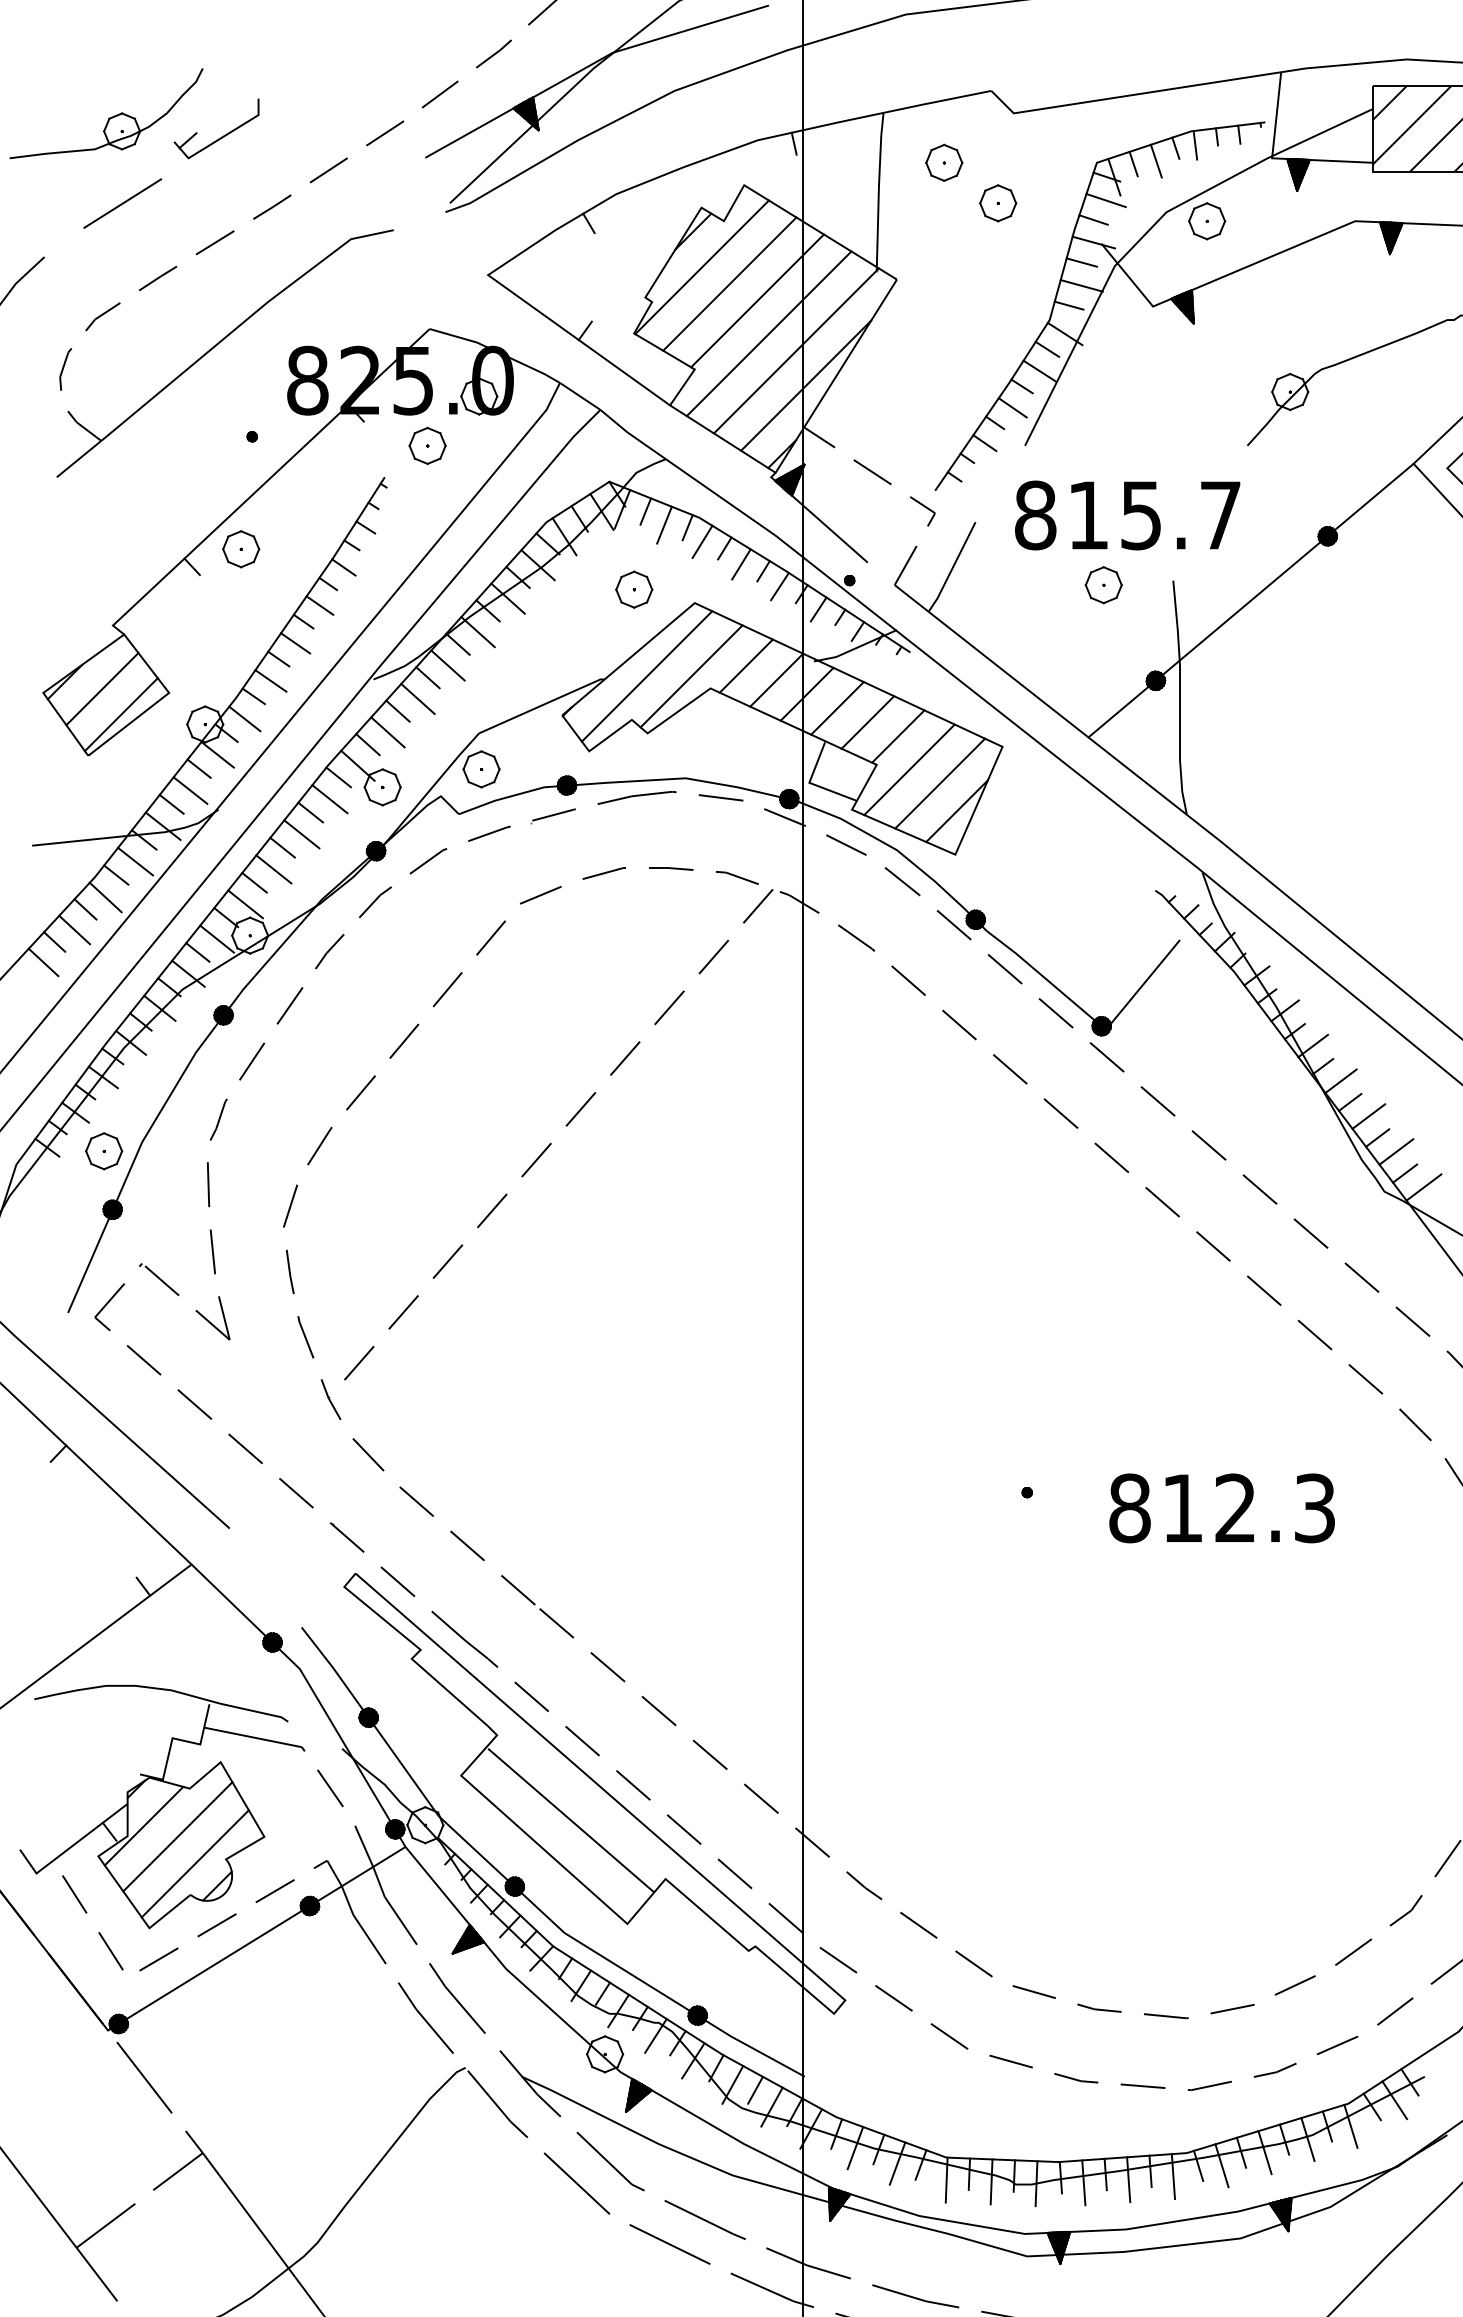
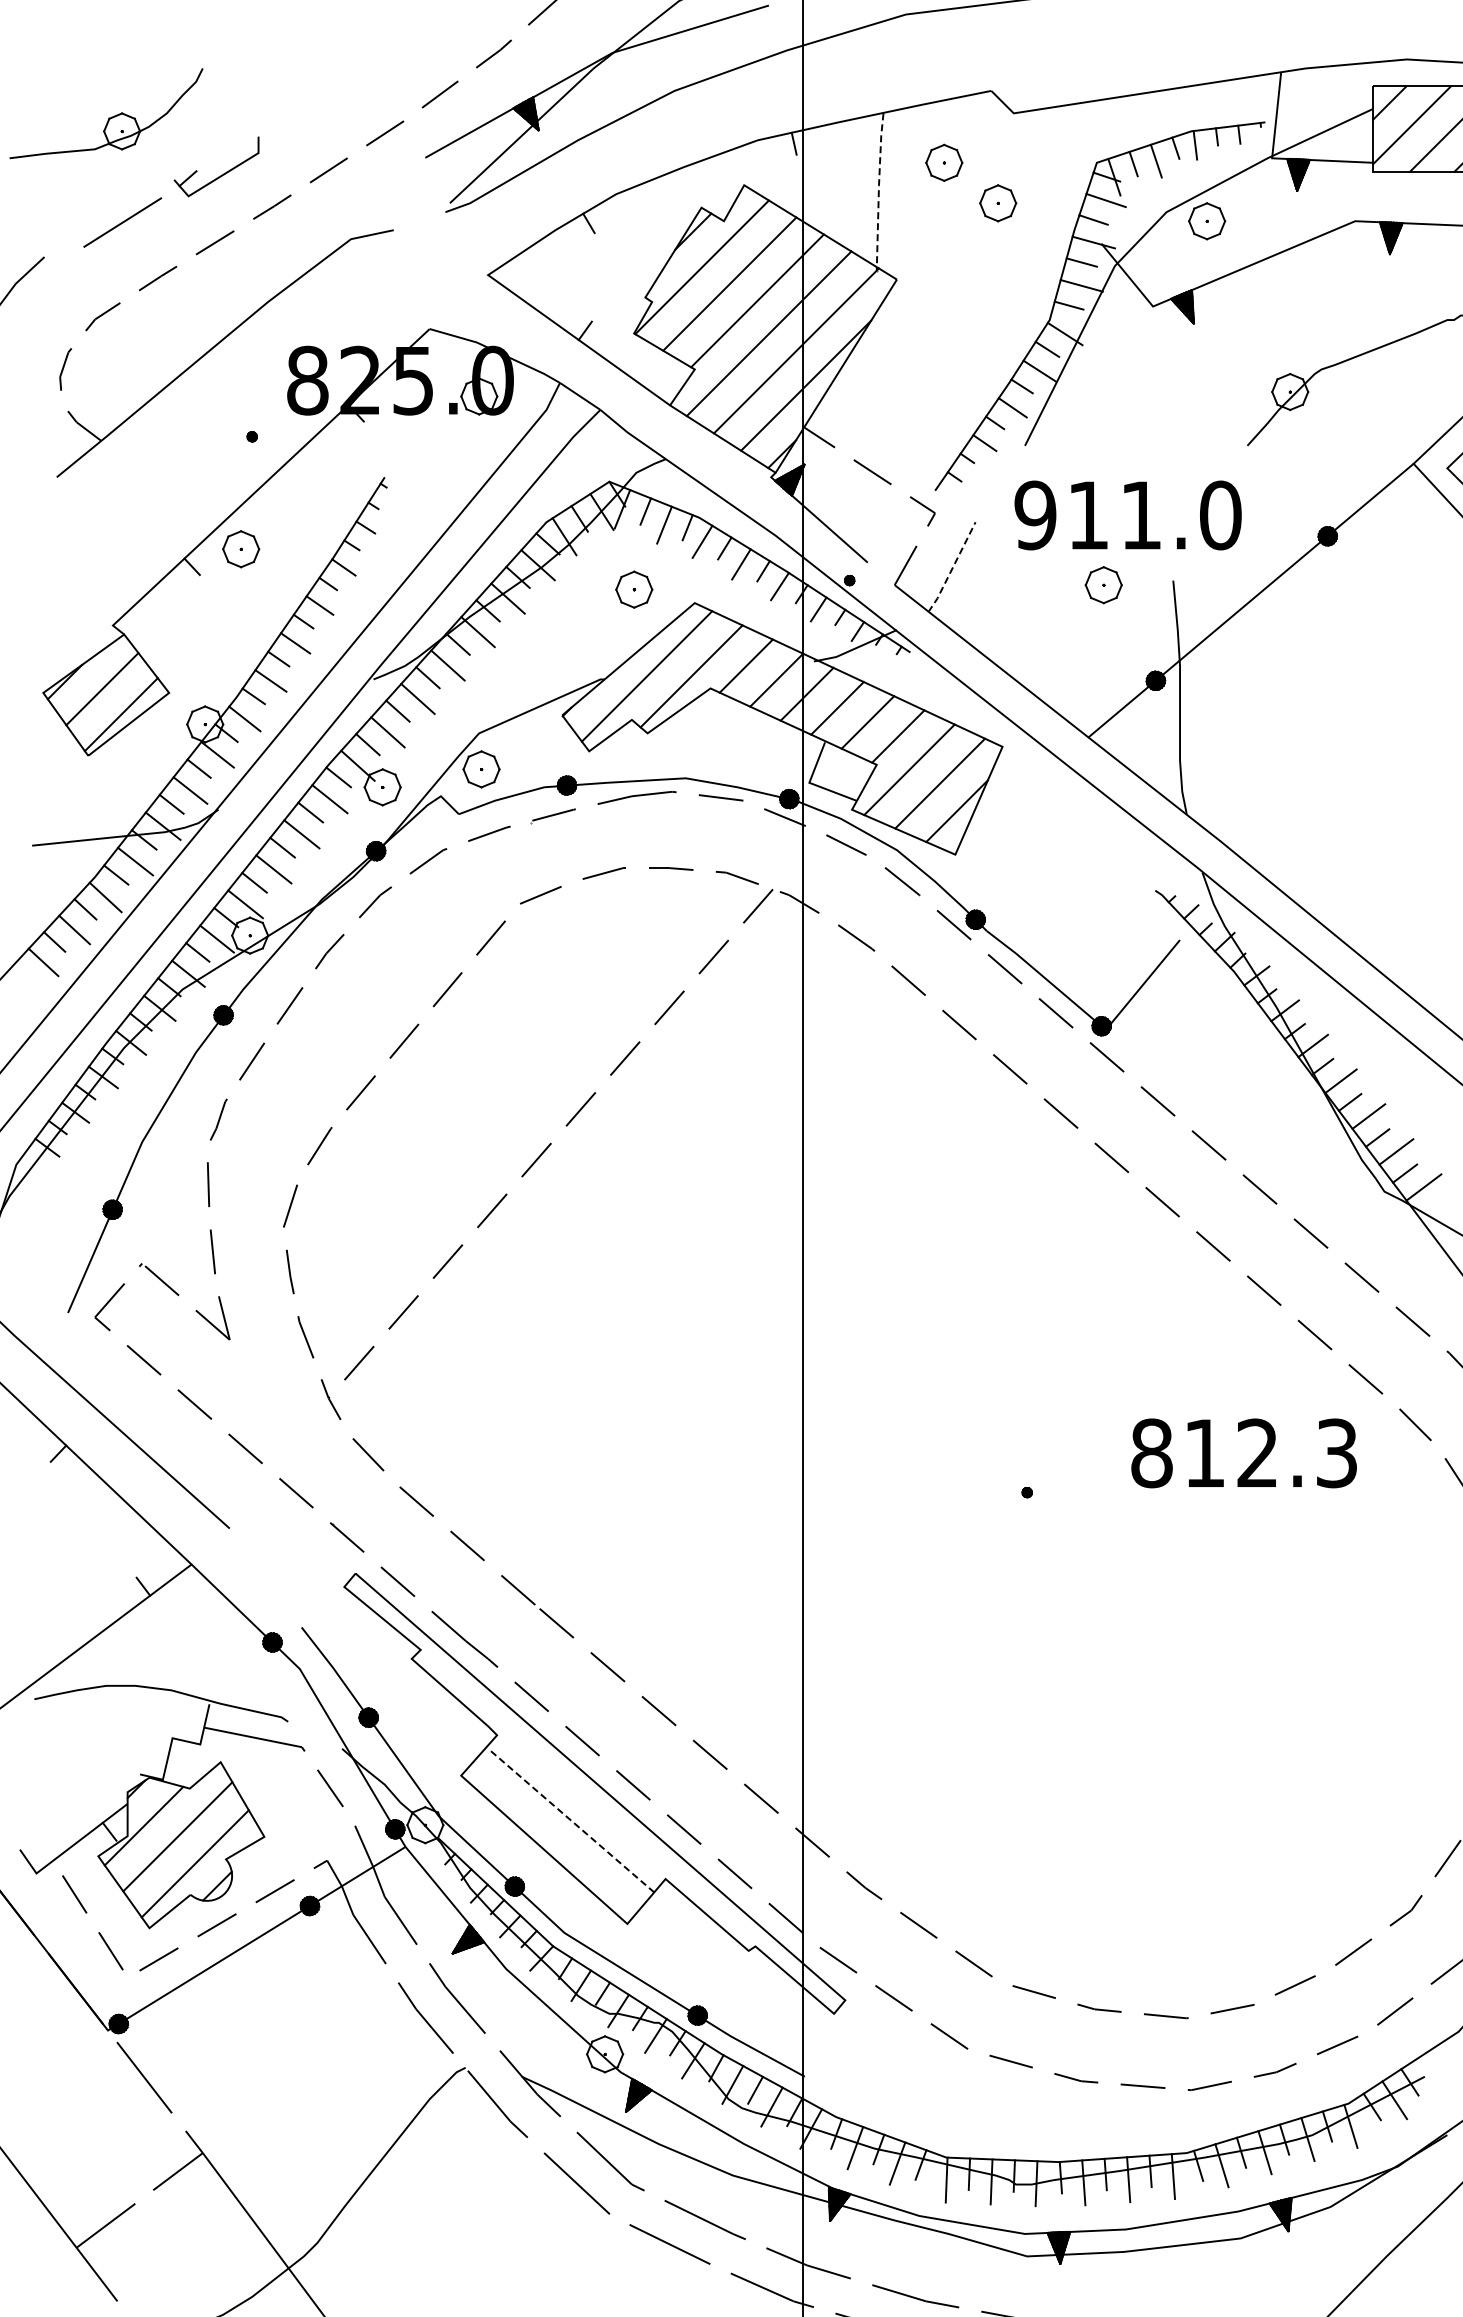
part at (221, 136) position: (221, 136) -> (221, 174)
line at (878, 191): solid -> dashed
line at (122, 203) position: (122, 203) -> (122, 222)
part at (427, 445): present -> none
text at (1127, 515): 815.7 -> 911.0
line at (952, 568): solid -> dashed
part at (104, 1151): present -> none
text at (1221, 1508) position: (1221, 1508) -> (1243, 1453)
line at (571, 1820): solid -> dashed
